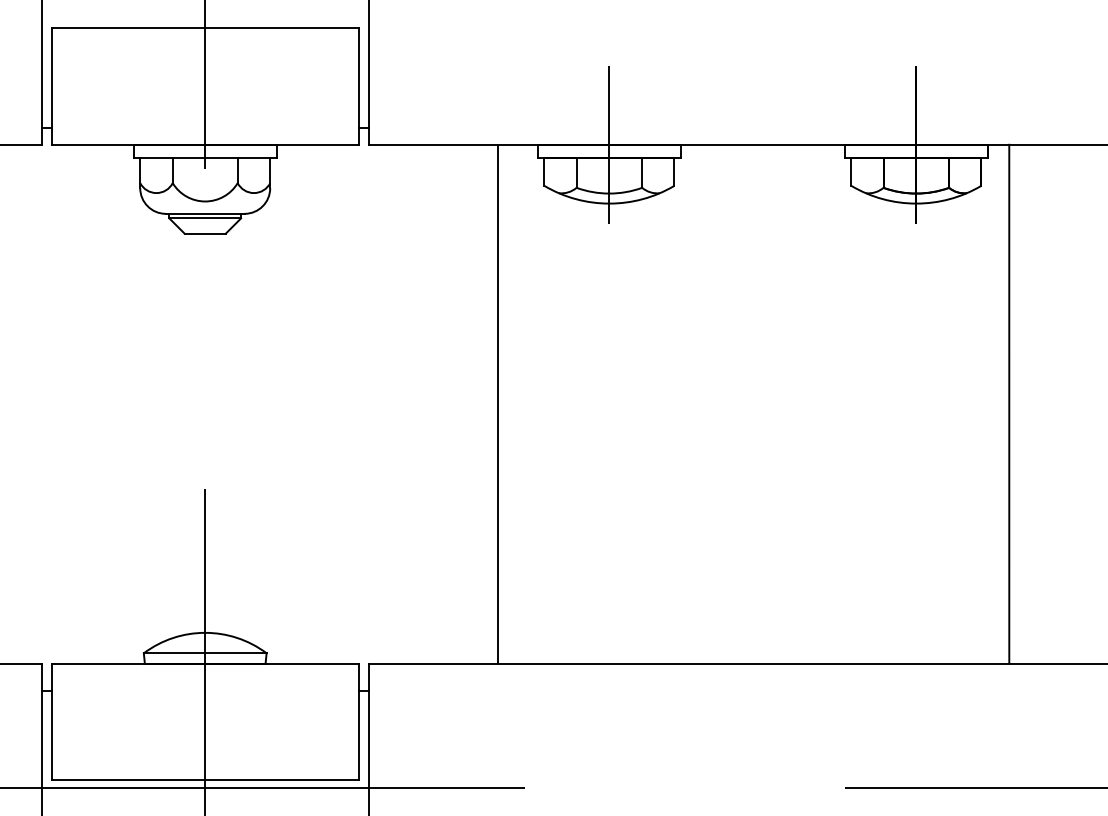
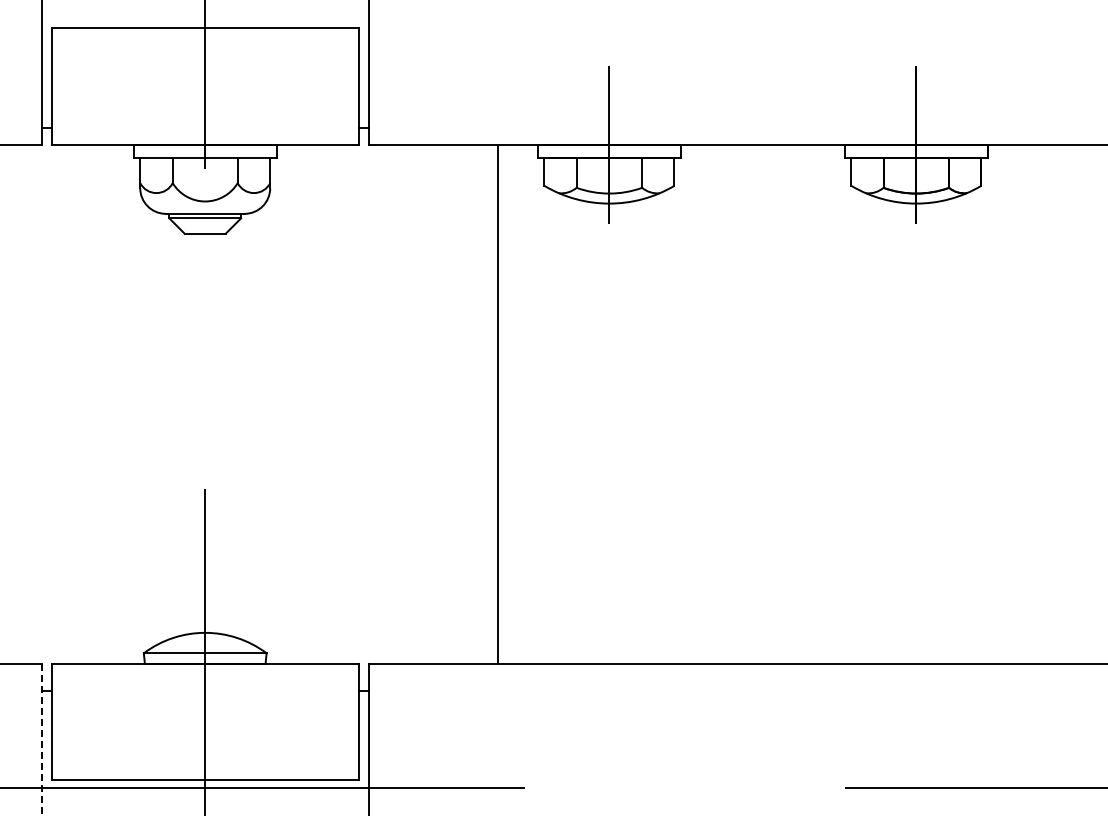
line at (1009, 403): present -> none
line at (41, 739): solid -> dashed
